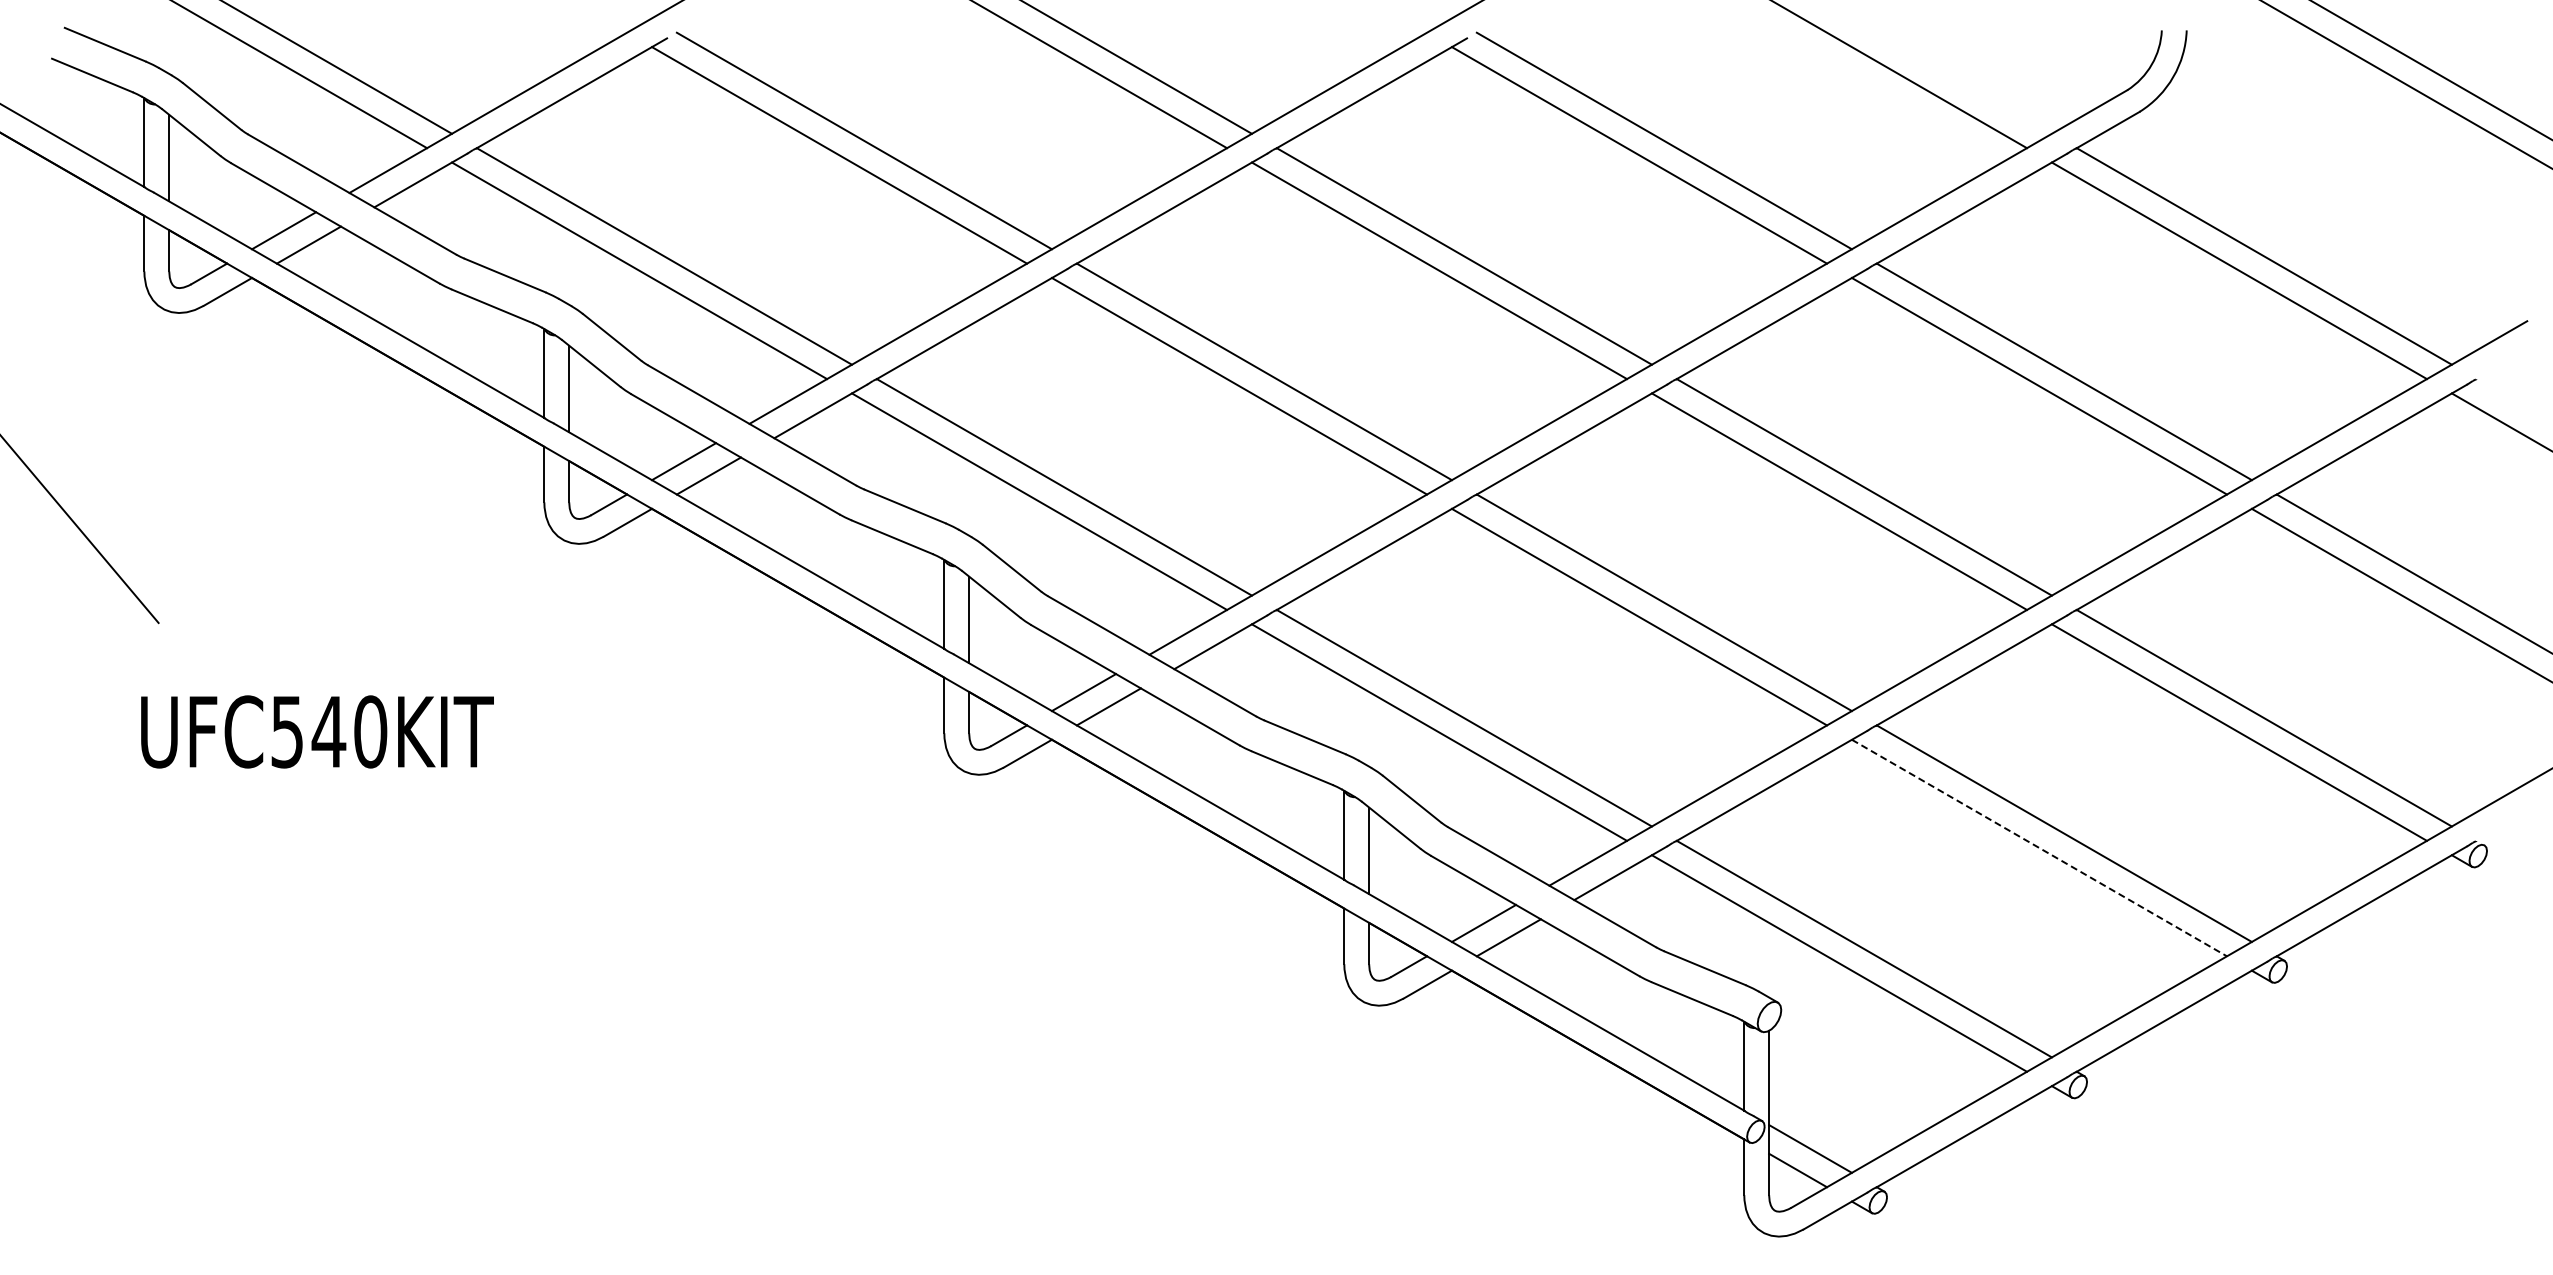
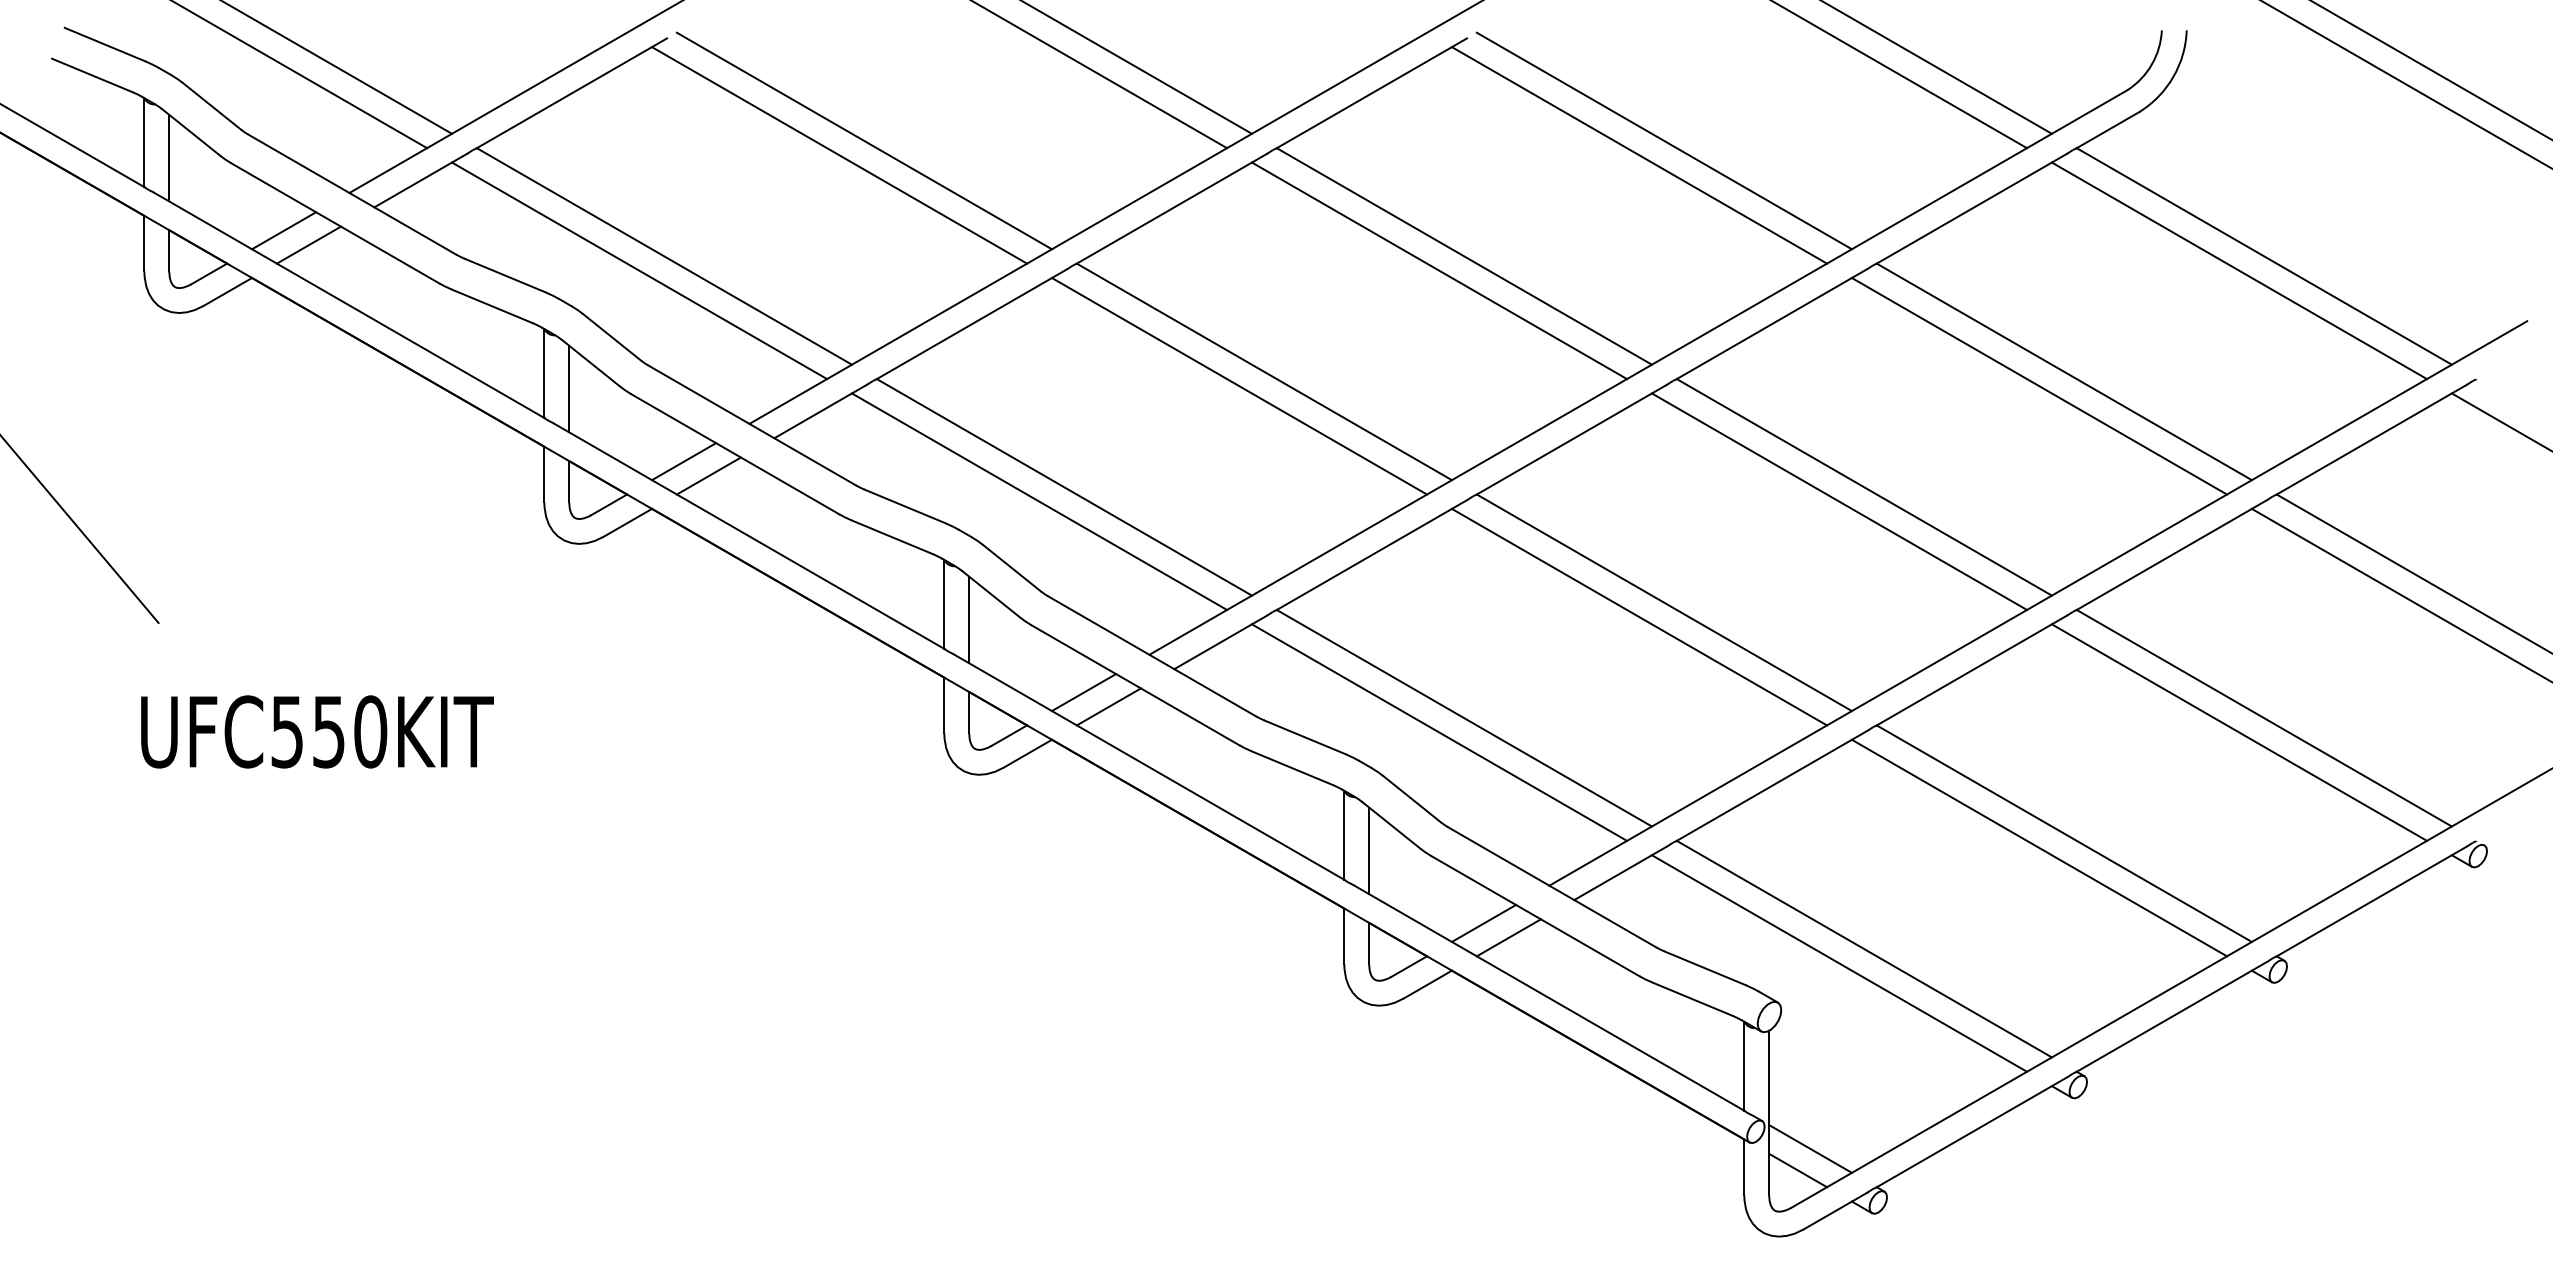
line at (1937, 67): none -> present
text at (328, 732): UFC540KIT -> UFC550KIT
line at (2039, 848): dashed -> solid
